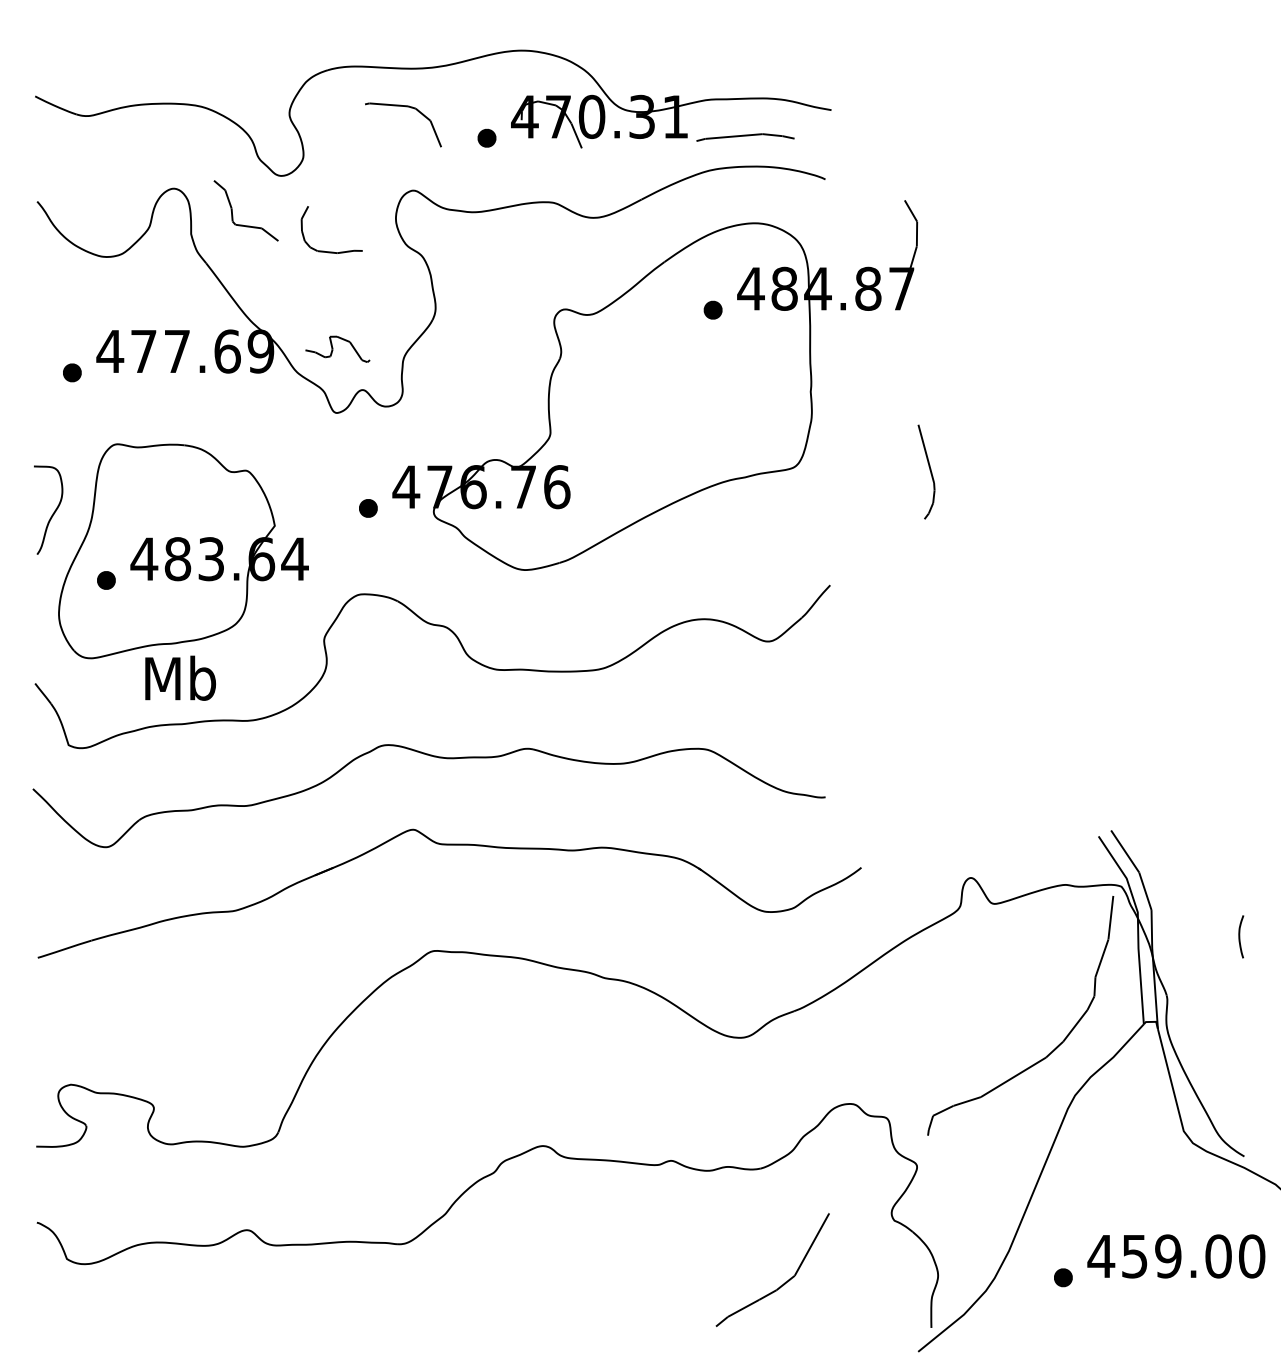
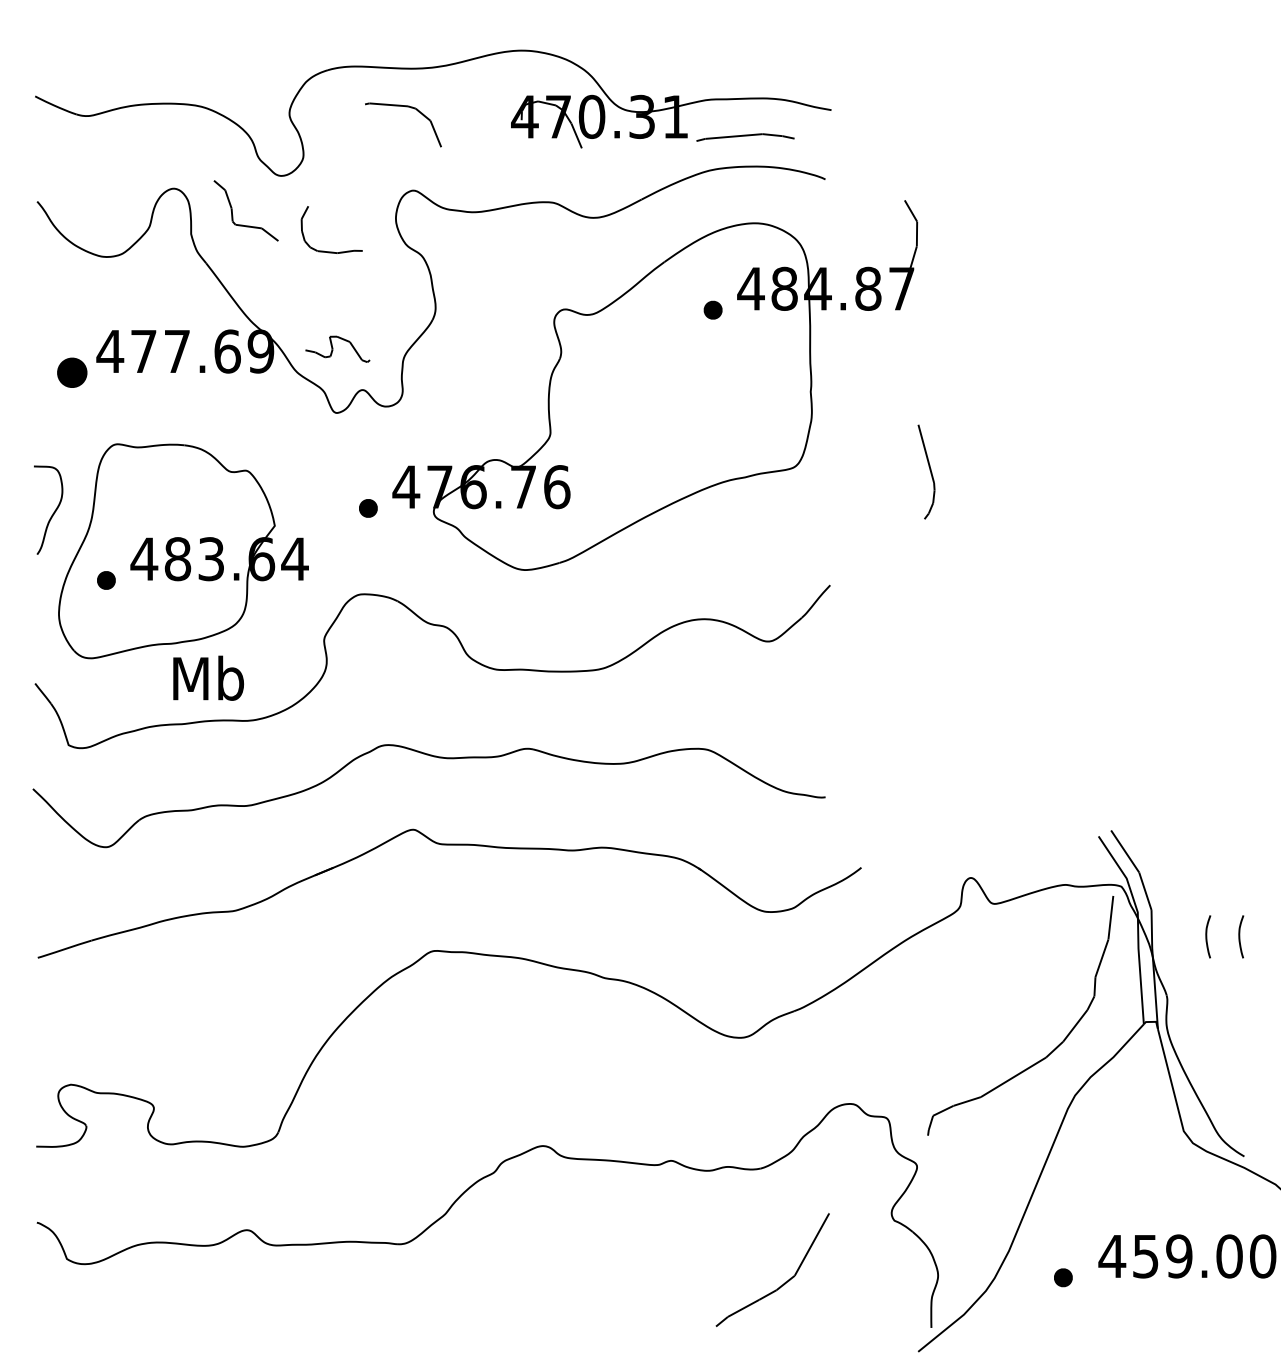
part at (486, 137): present -> none
part at (72, 372) size: 19x20 px -> 31x31 px
text at (180, 677) position: (180, 677) -> (208, 677)
curve at (1207, 936): none -> present
text at (1176, 1256) position: (1176, 1256) -> (1187, 1256)
